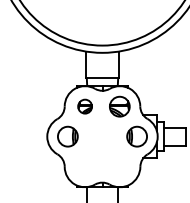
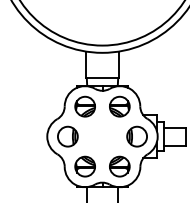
part at (84, 106) size: 16x17 px -> 22x23 px
part at (84, 166): none -> present
part at (119, 166): none -> present
